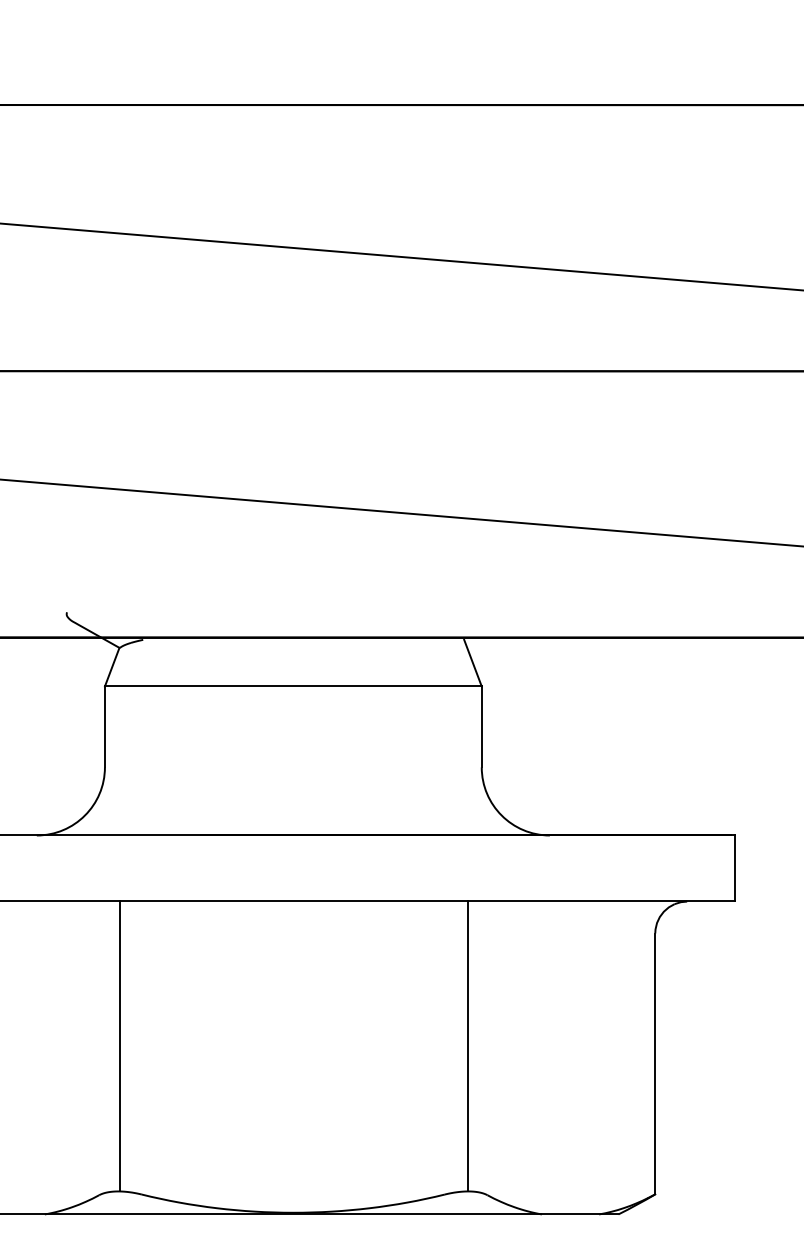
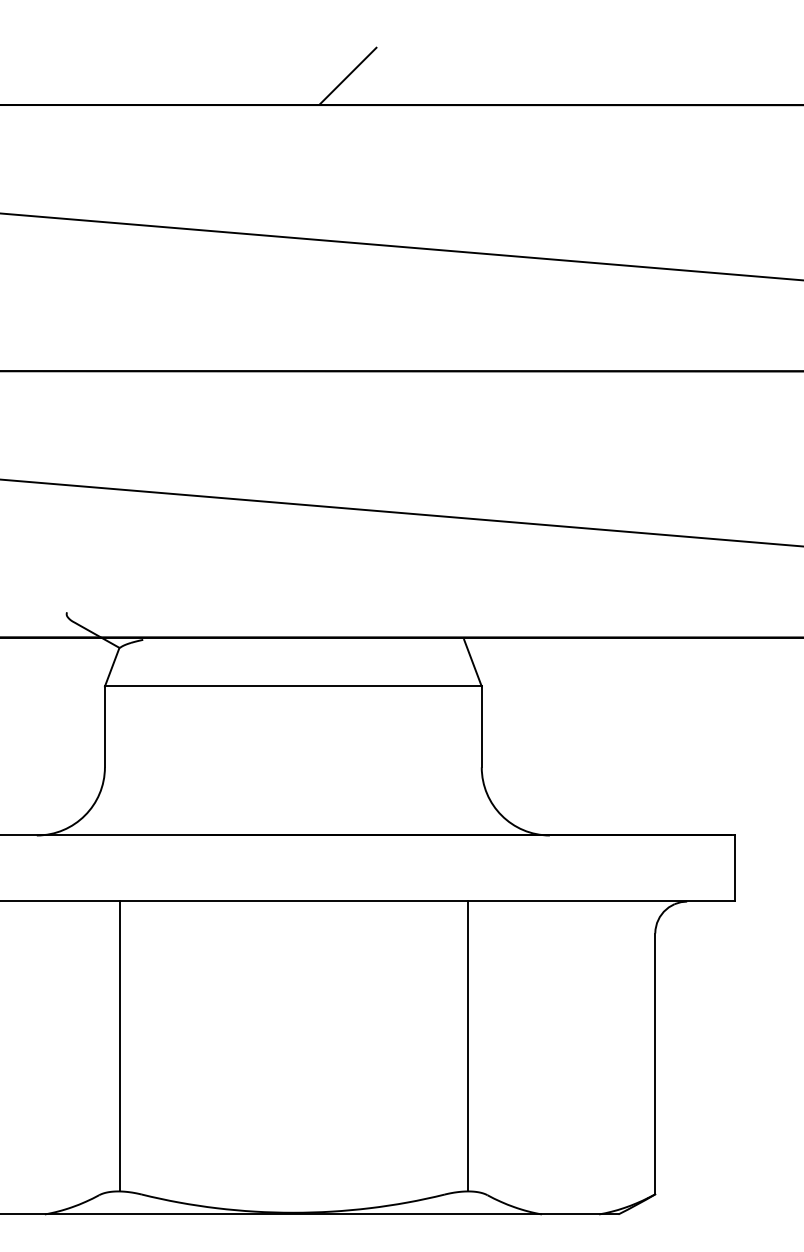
hatch at (348, 76): none -> present
line at (401, 256) position: (401, 256) -> (401, 246)
